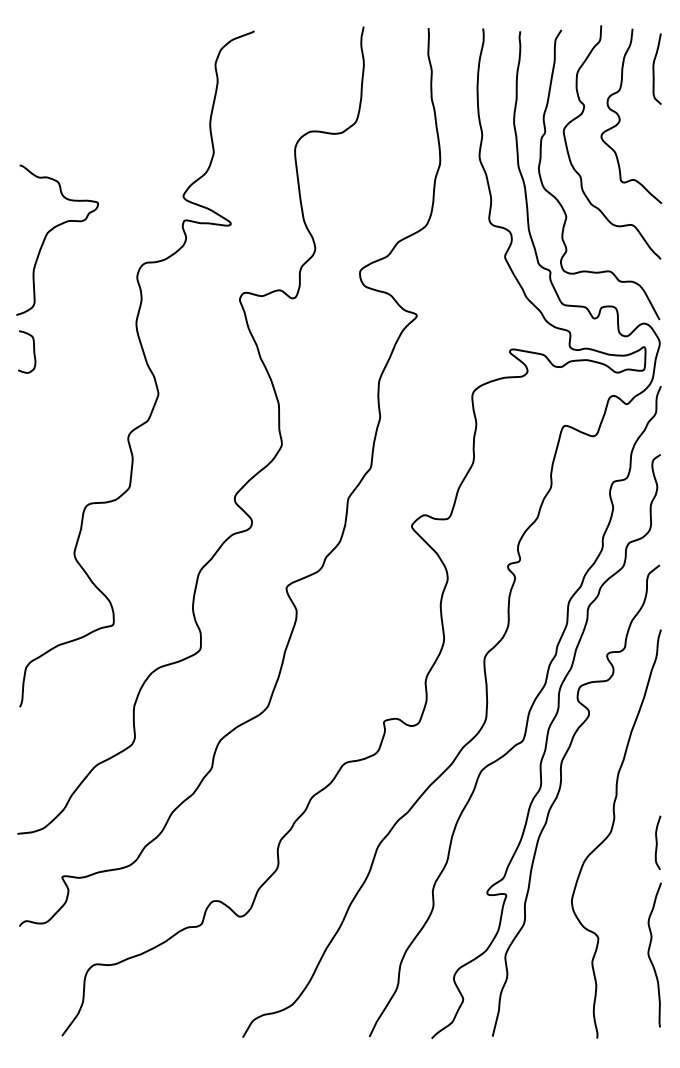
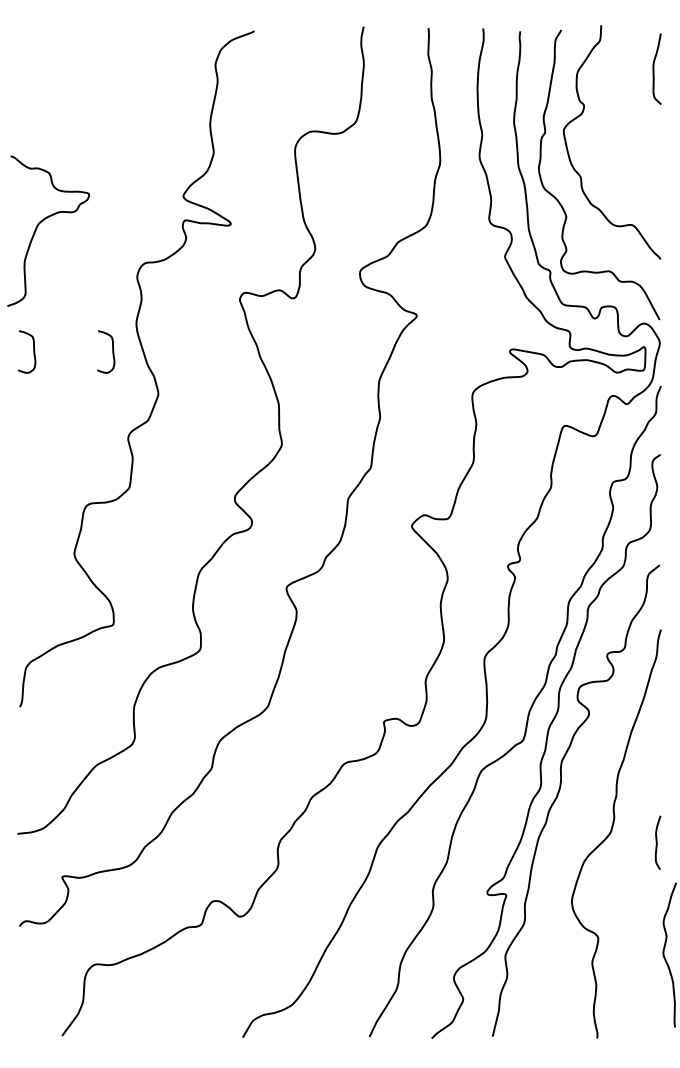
curve at (620, 117): present -> none
curve at (52, 230) position: (52, 230) -> (43, 221)
curve at (112, 351): none -> present
curve at (649, 954) position: (649, 954) -> (664, 954)
